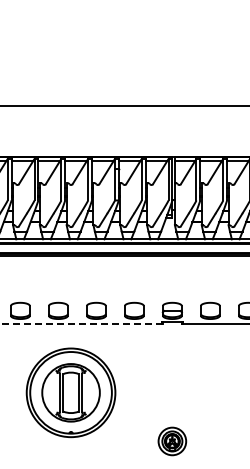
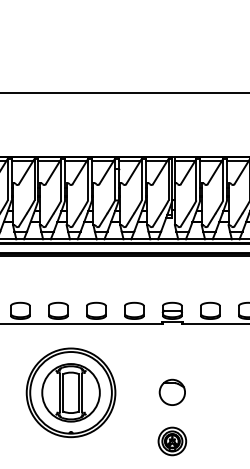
line at (124, 106) position: (124, 106) -> (124, 93)
line at (81, 323): dashed -> solid
part at (171, 391): none -> present
